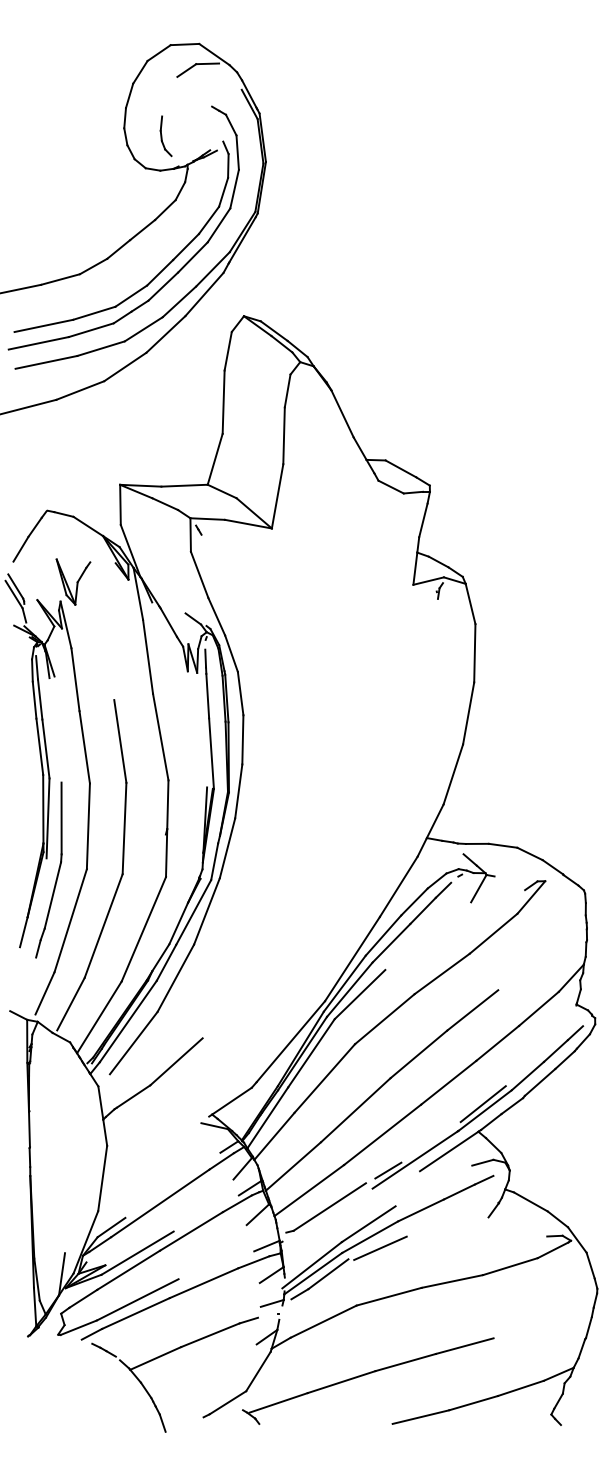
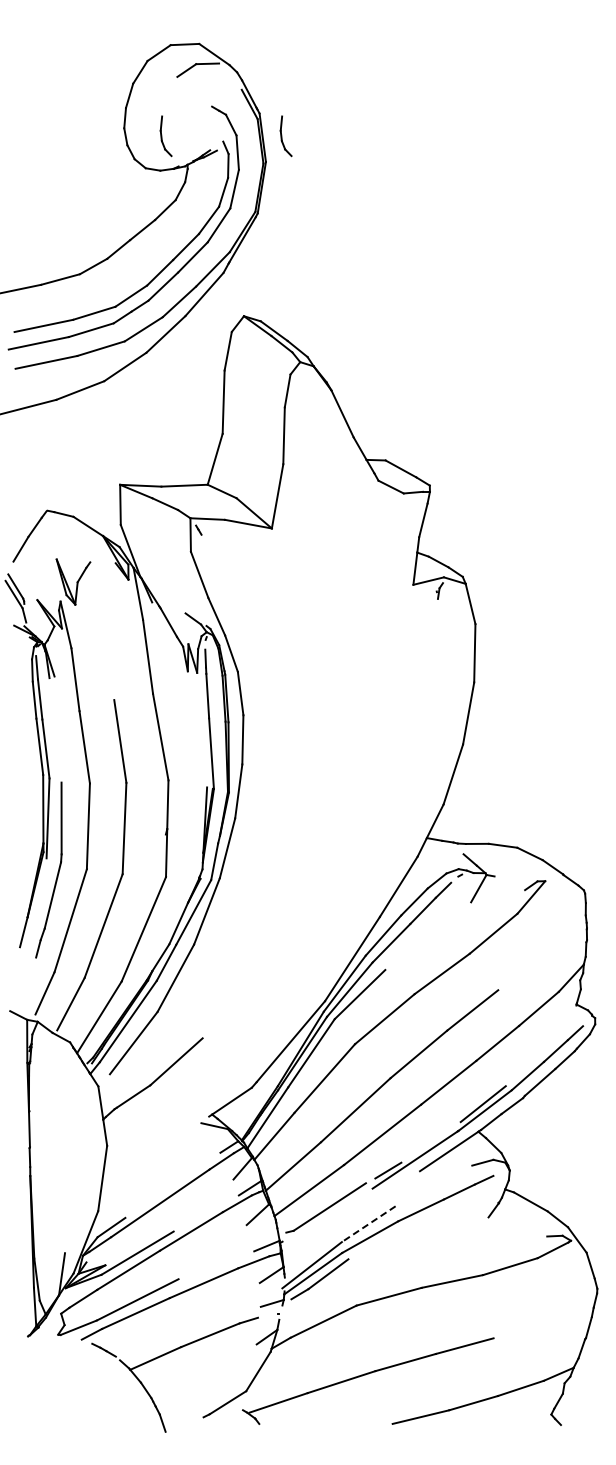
part at (285, 136): none -> present
line at (368, 1224): solid -> dashed
line at (380, 1247): present -> none
